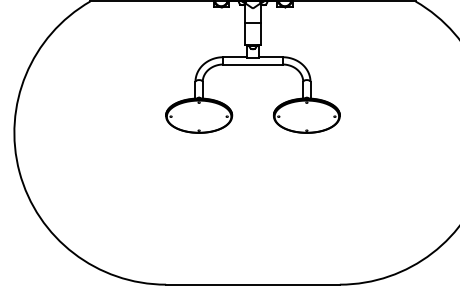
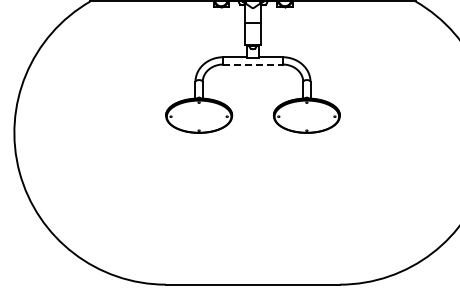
line at (252, 64): solid -> dashed
